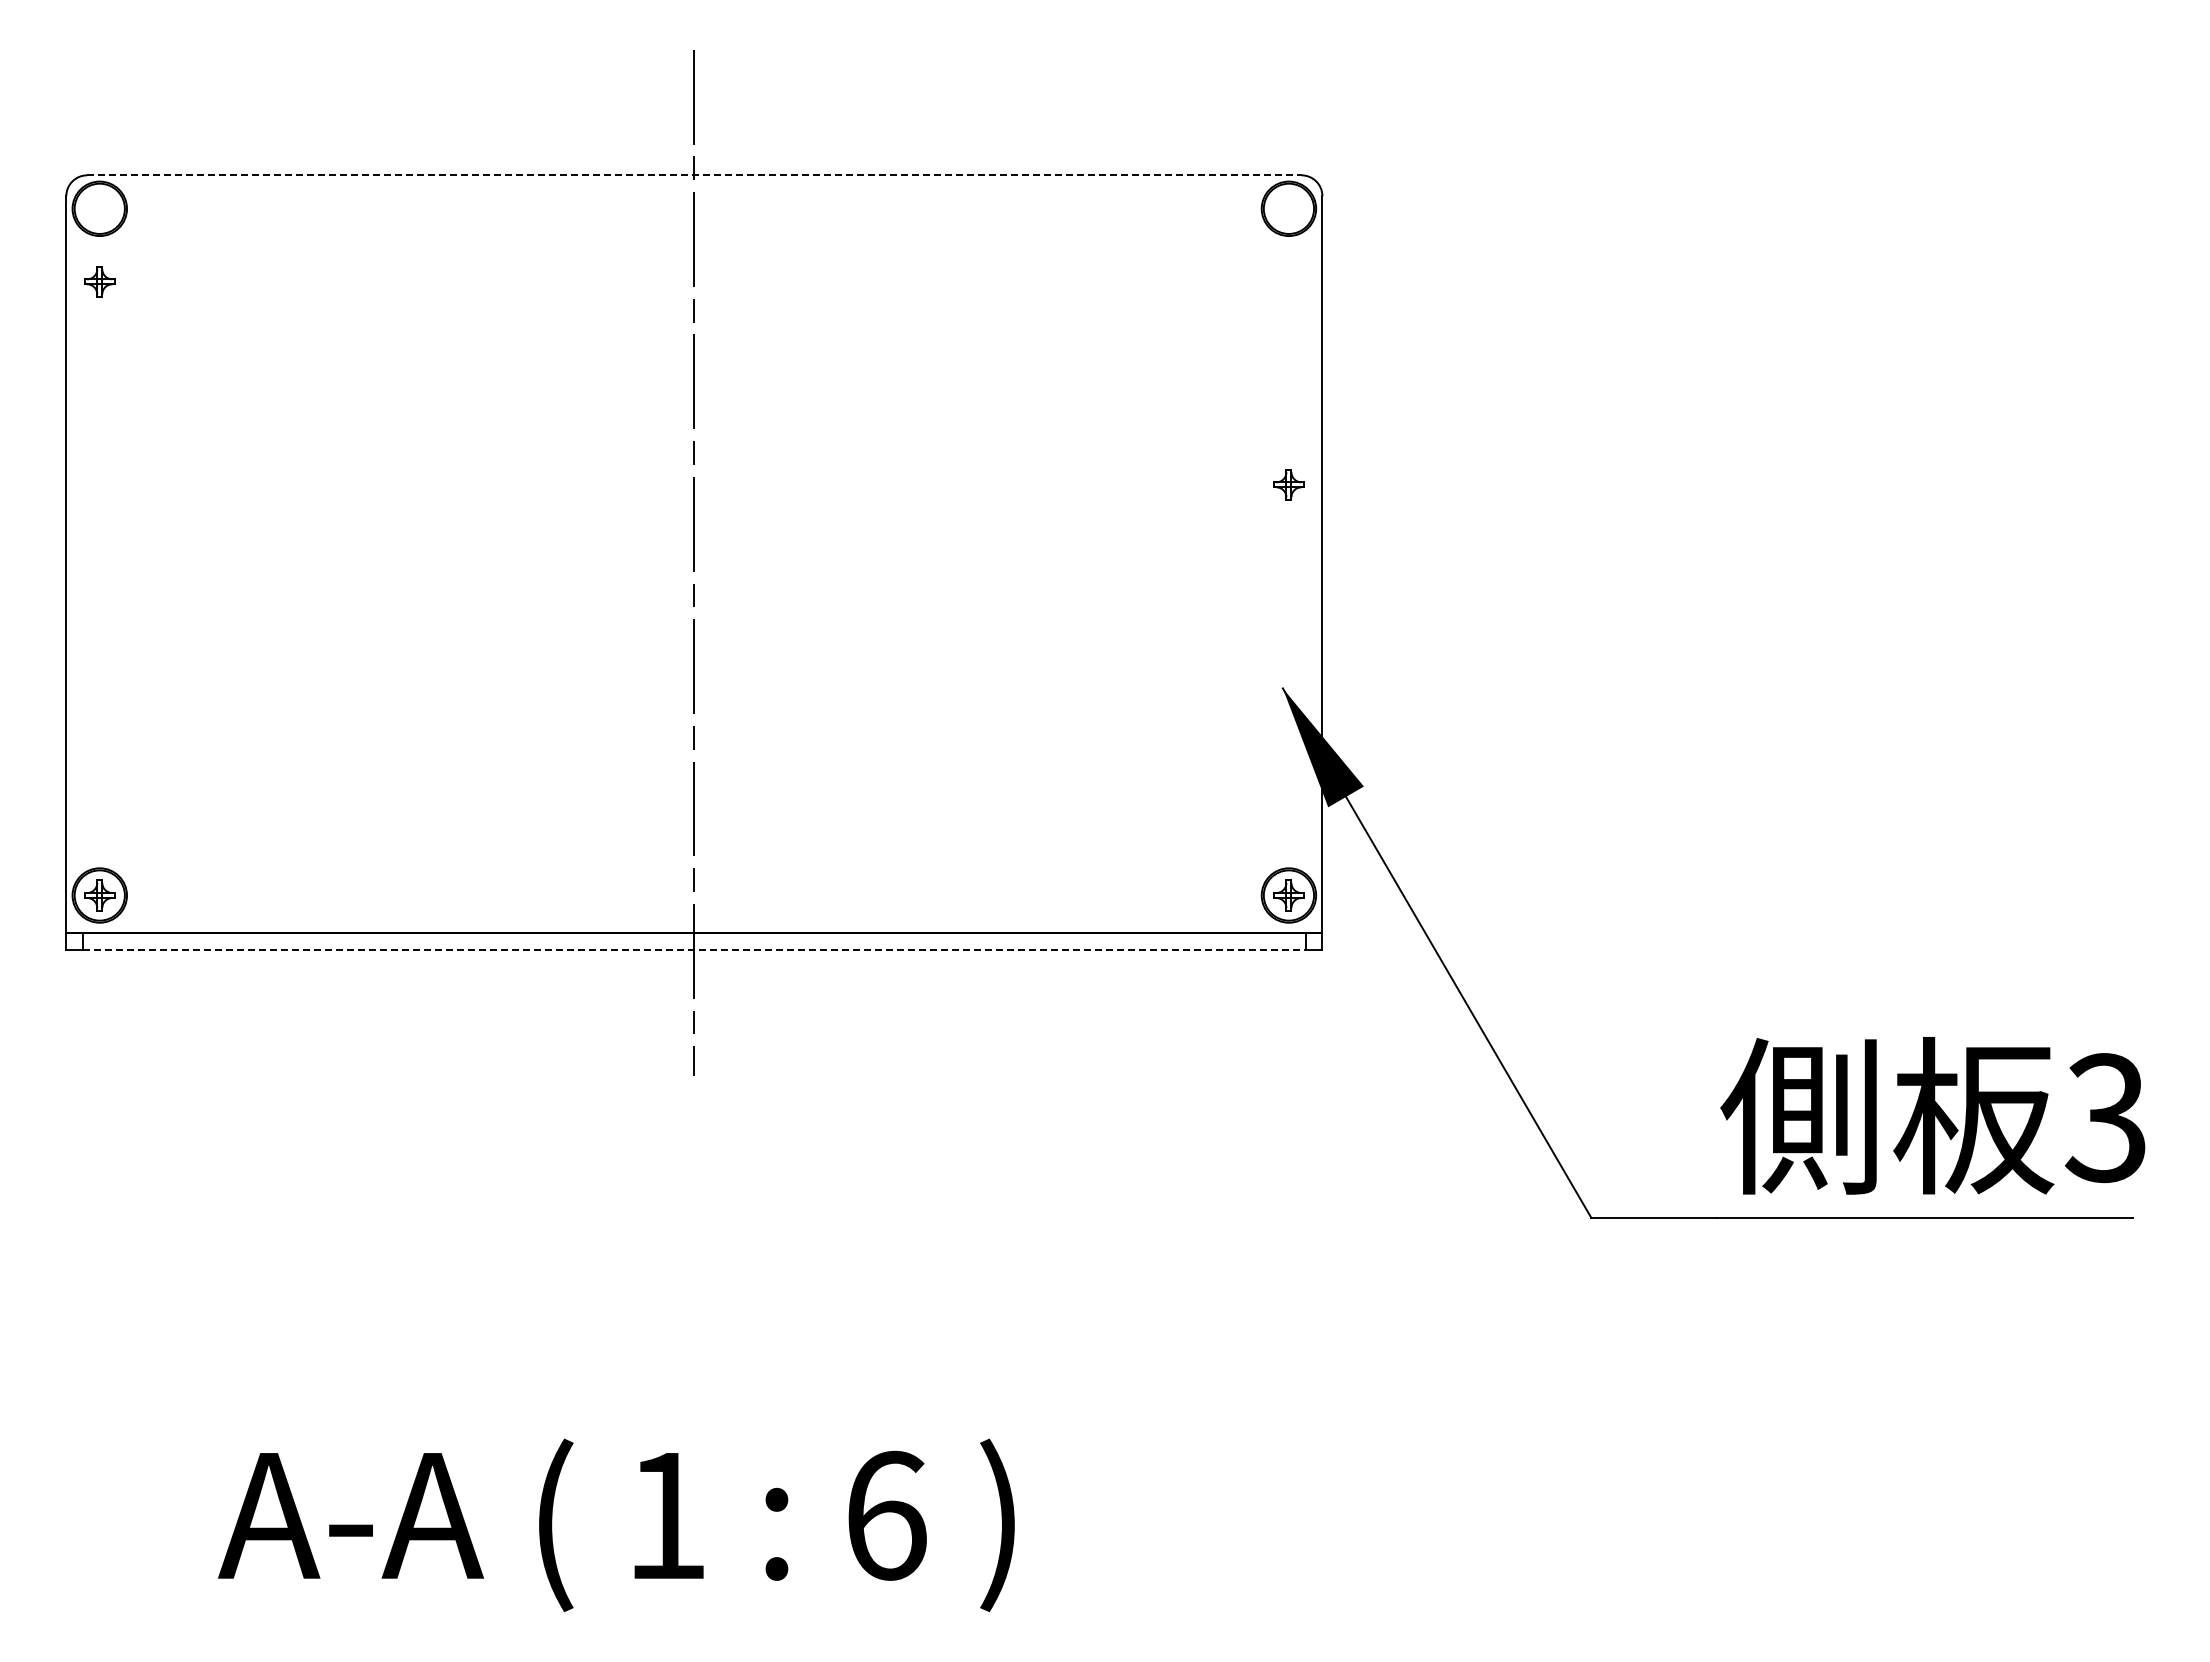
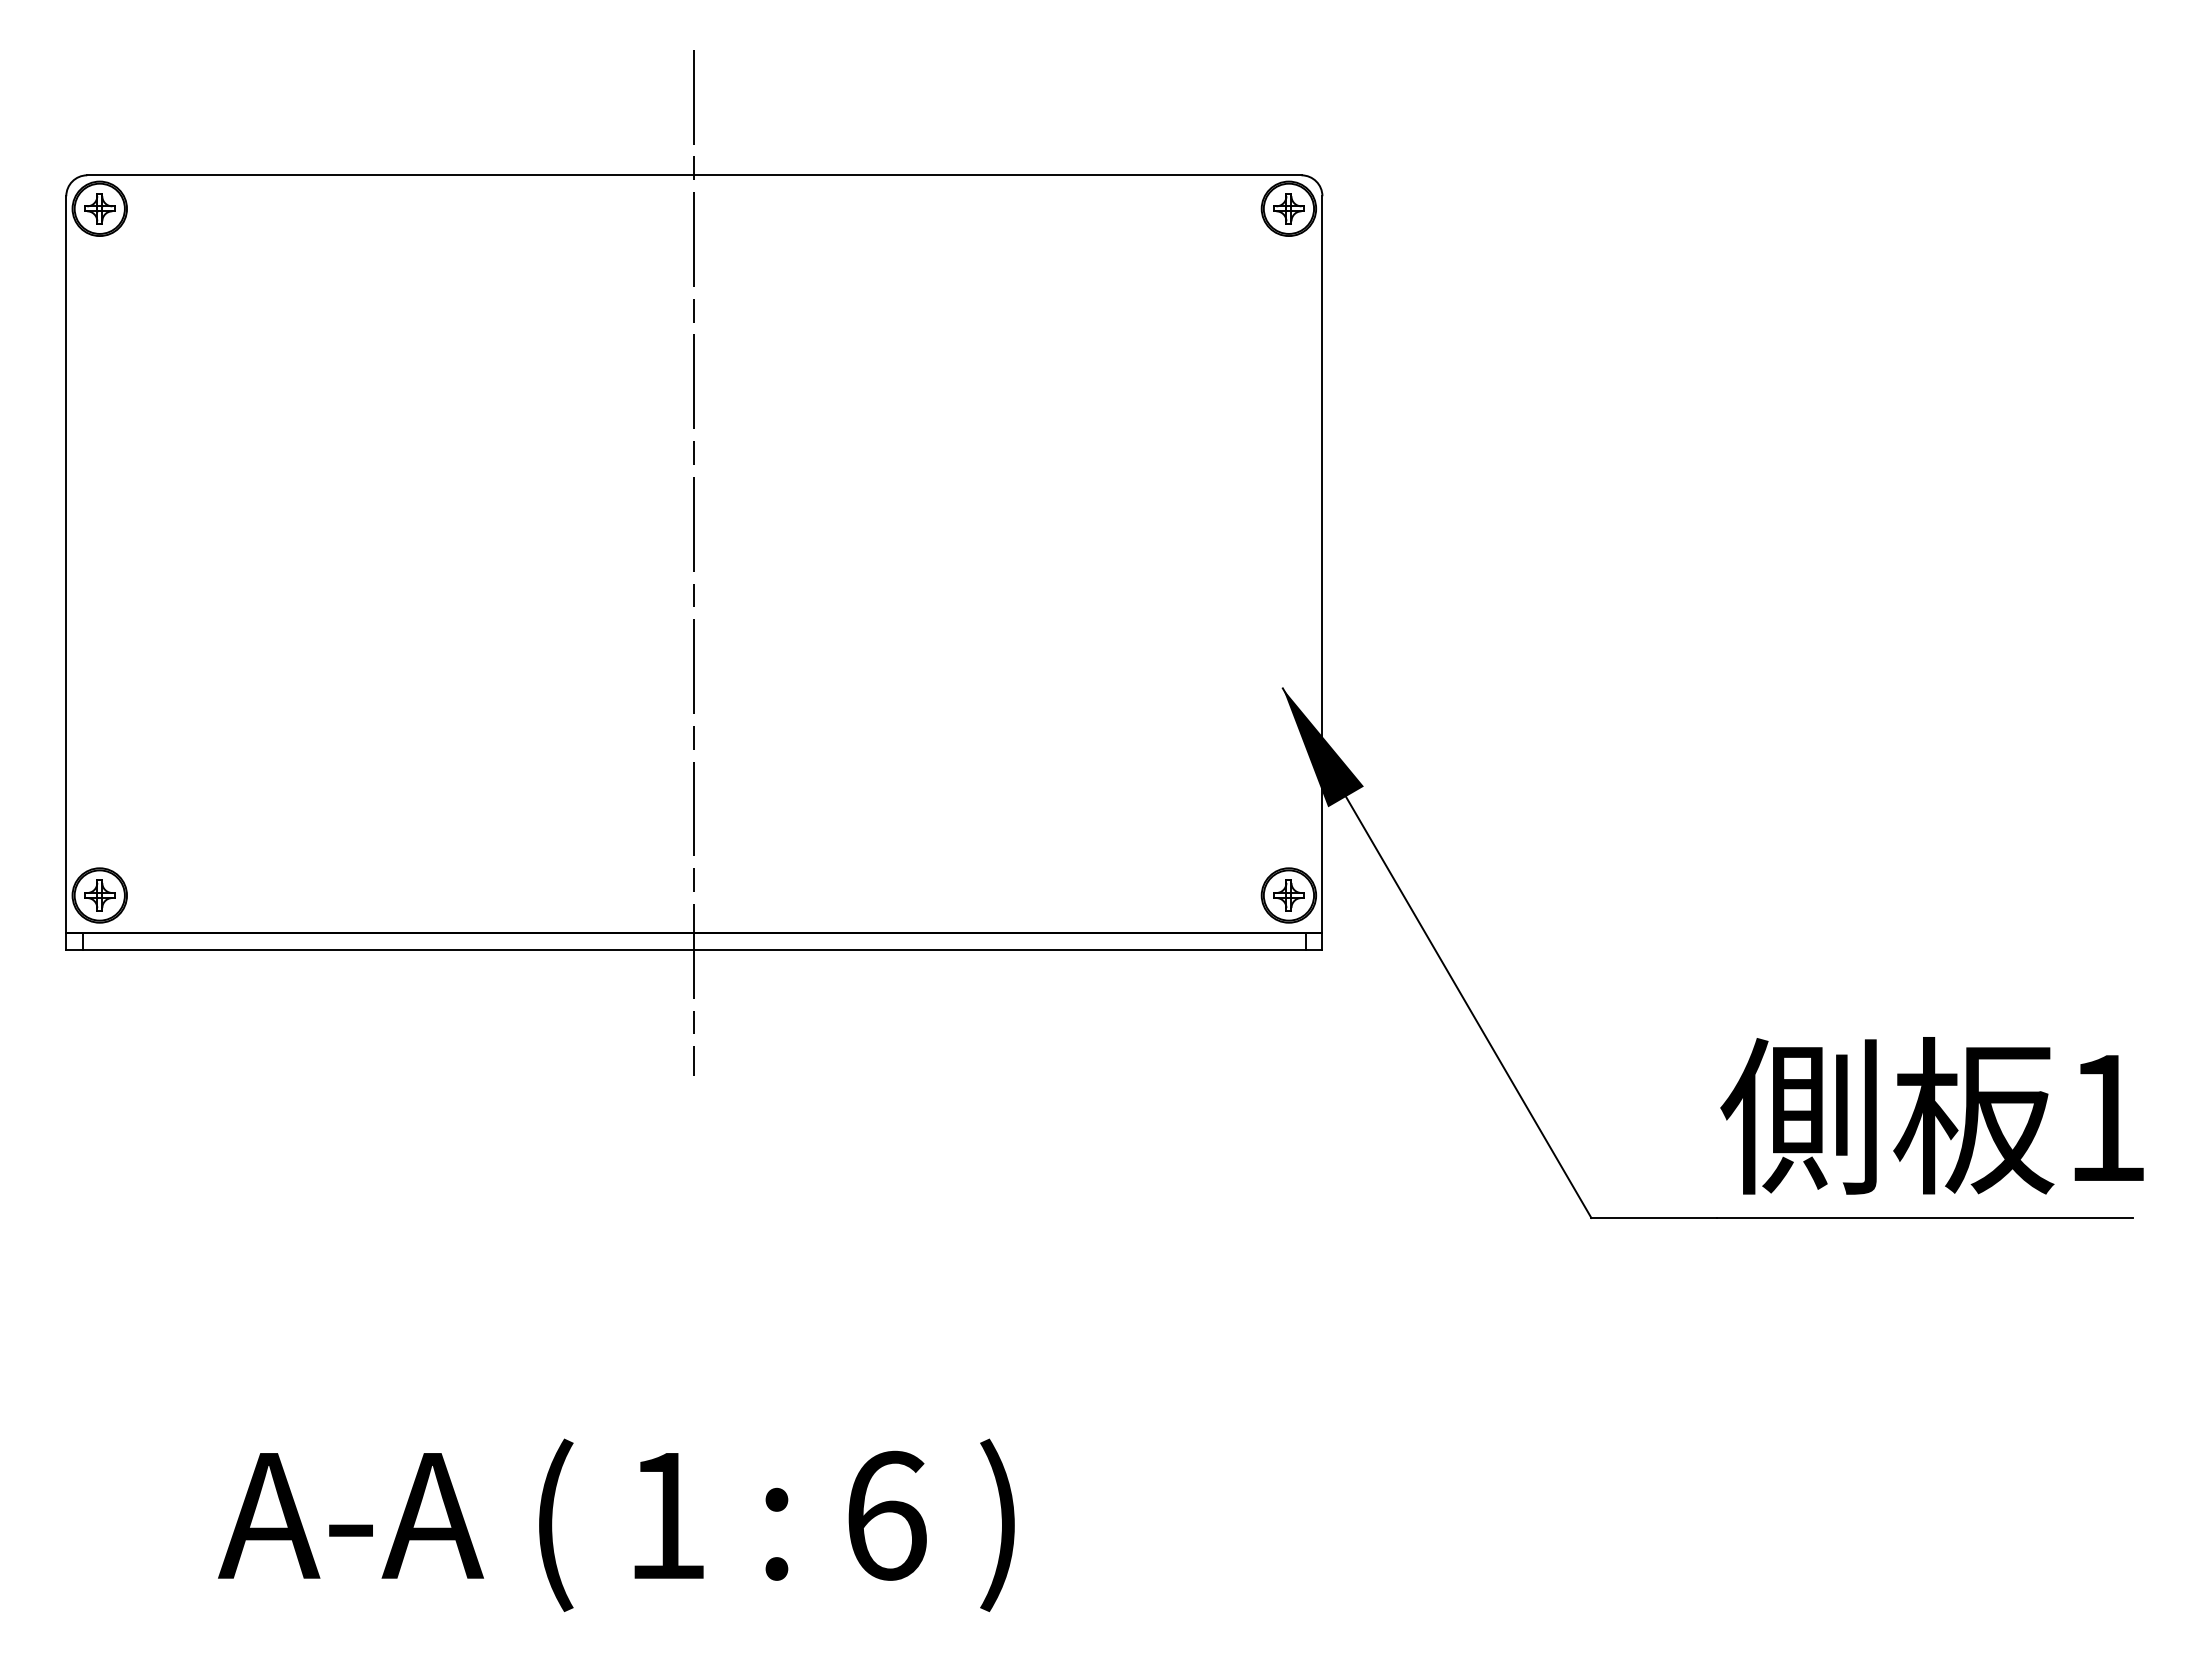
line at (694, 175): dashed -> solid
part at (99, 281) position: (99, 281) -> (99, 208)
part at (1288, 484) position: (1288, 484) -> (1288, 208)
line at (694, 949): dashed -> solid
text at (2105, 1118): 3 -> 1
